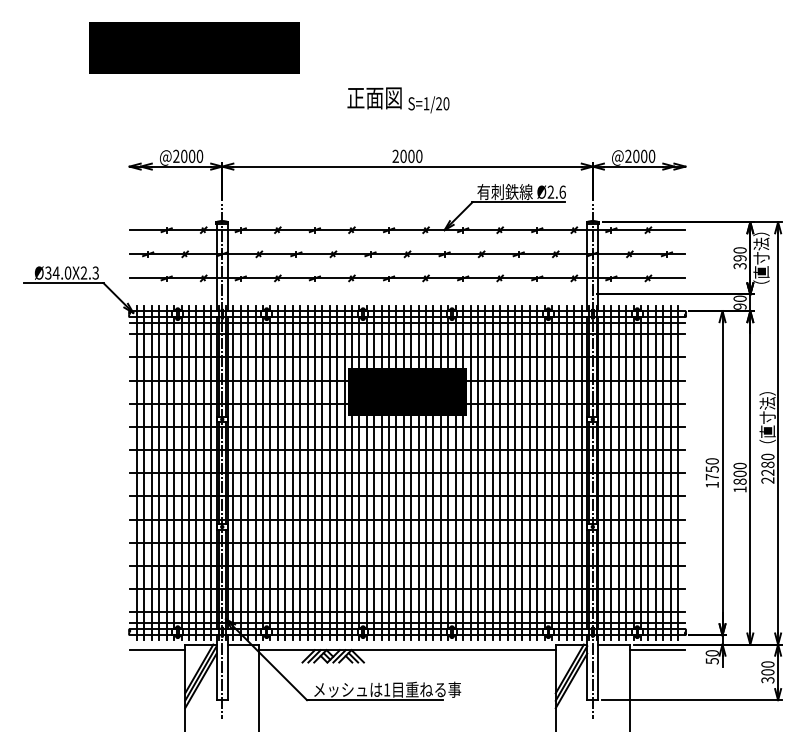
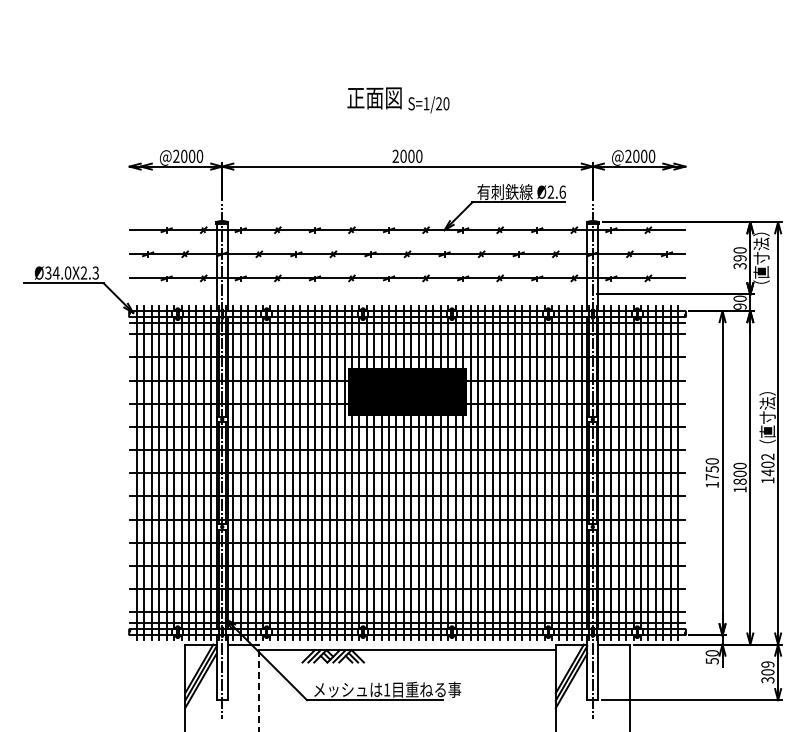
part at (194, 47): present -> none
text at (767, 468): 2280 -> 1402
line at (157, 650): present -> none
line at (657, 650): present -> none
text at (767, 664): 300 -> 309
line at (259, 687): solid -> dashed
